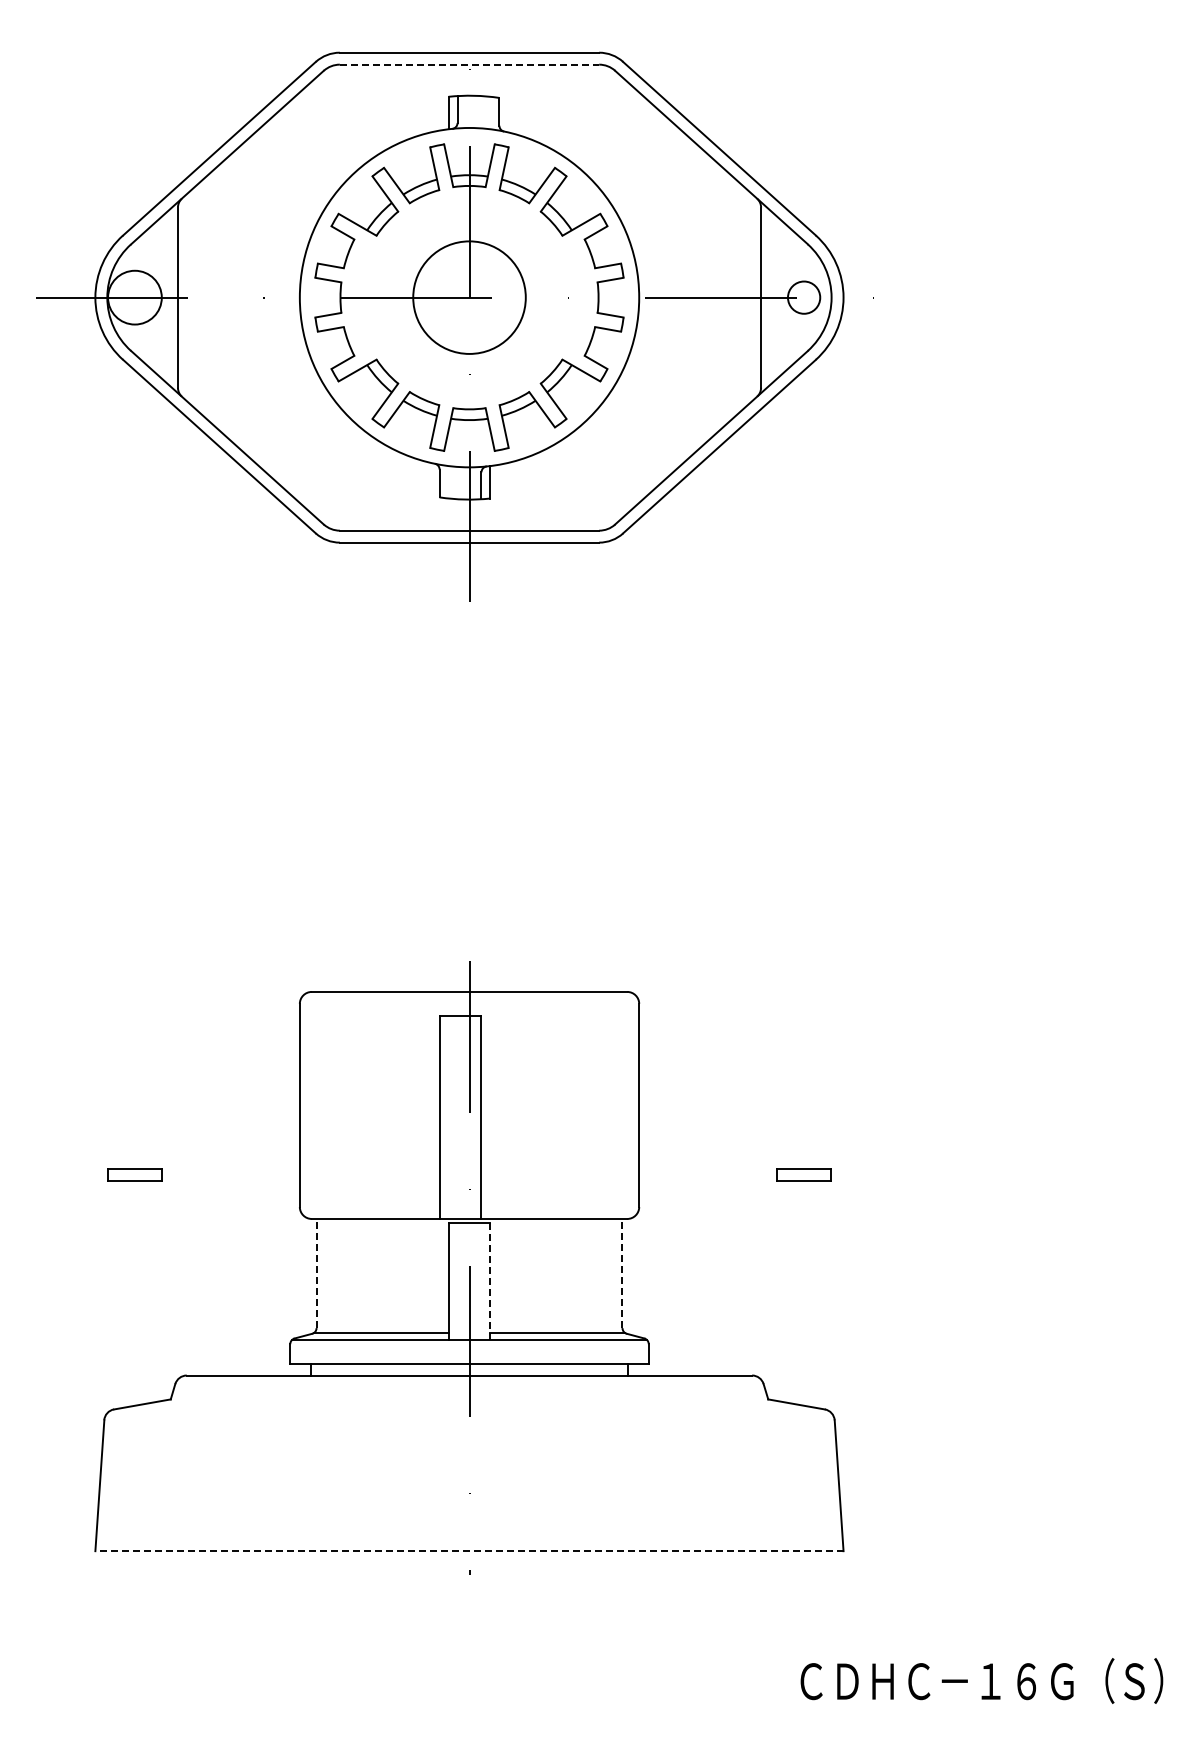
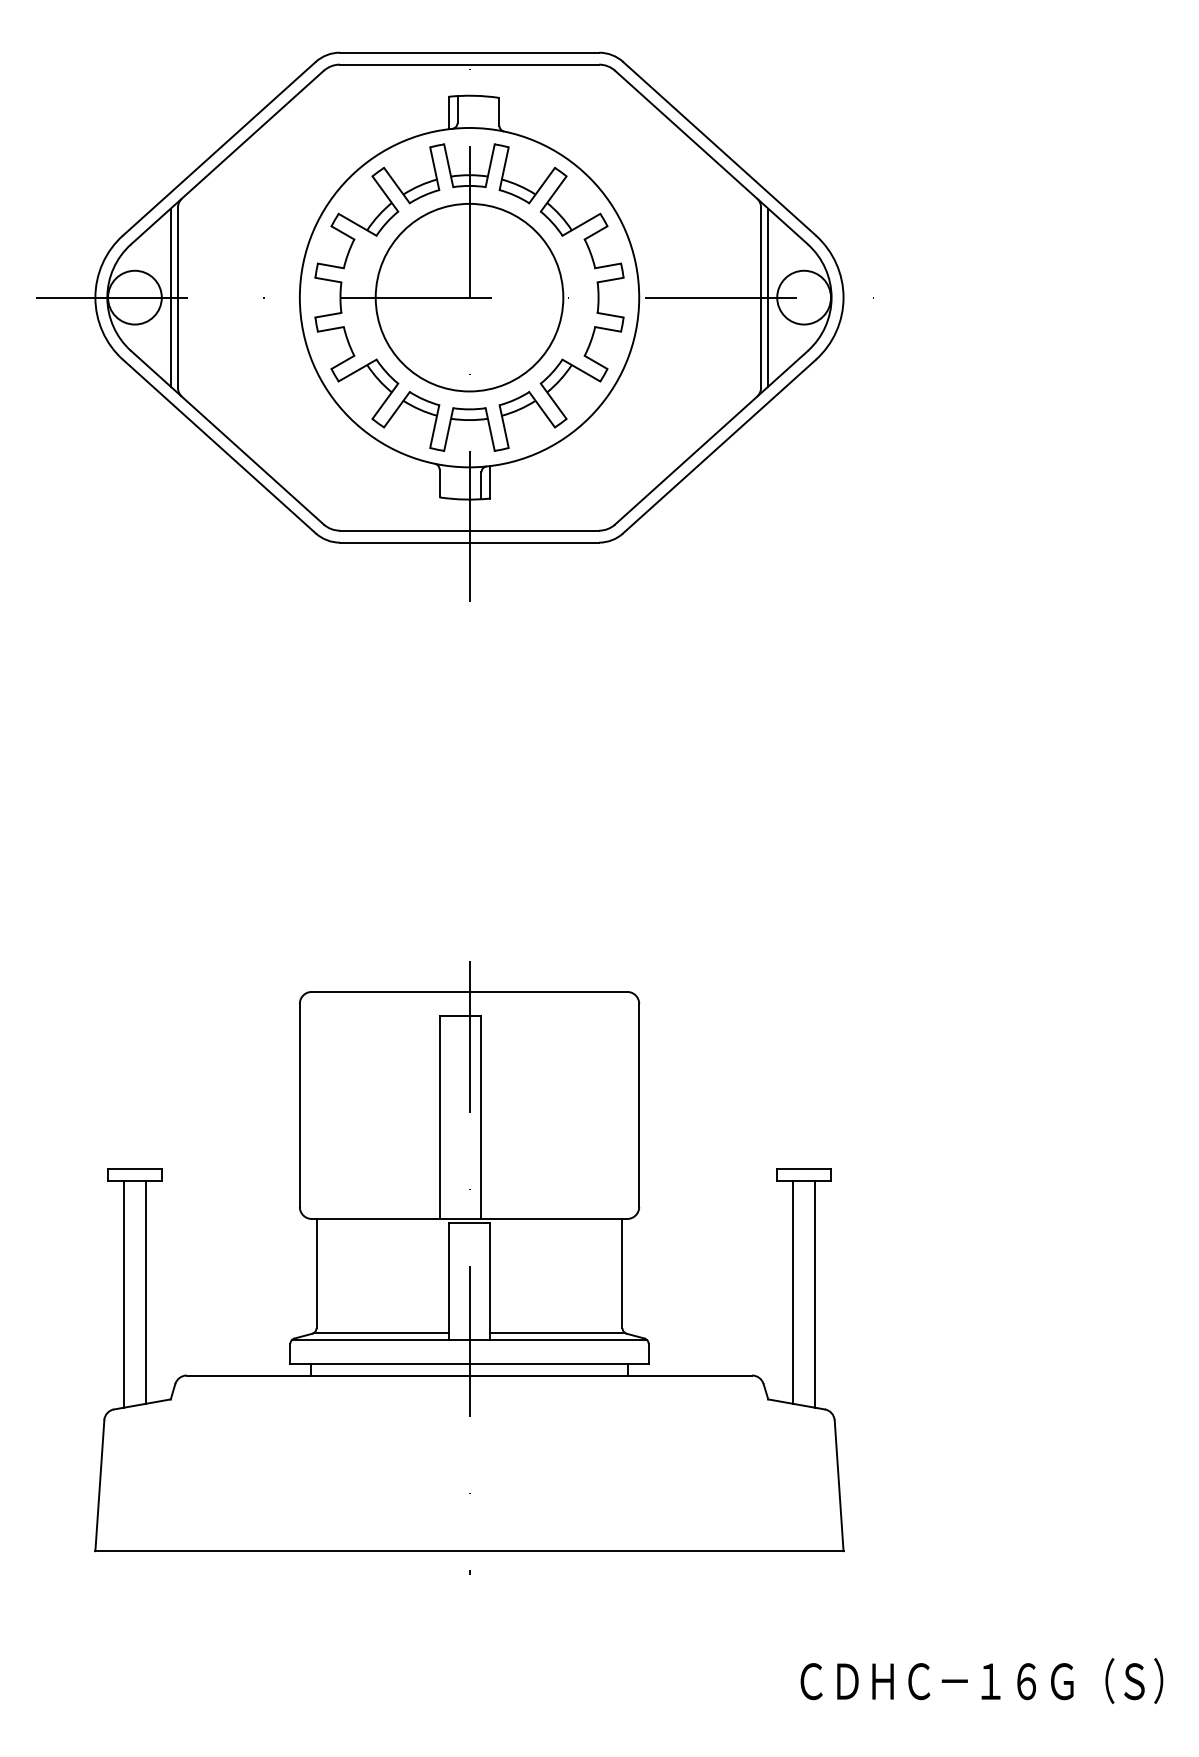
line at (469, 64): dashed -> solid
line at (170, 297): none -> present
circle at (469, 297) diameter: 113 px -> 188 px
line at (768, 297): none -> present
circle at (803, 297) diameter: 32 px -> 54 px
line at (316, 1273): dashed -> solid
line at (622, 1273): dashed -> solid
line at (490, 1281): dashed -> solid
line at (145, 1291): none -> present
line at (793, 1291): none -> present
line at (124, 1293): none -> present
line at (814, 1293): none -> present
line at (468, 1551): dashed -> solid
